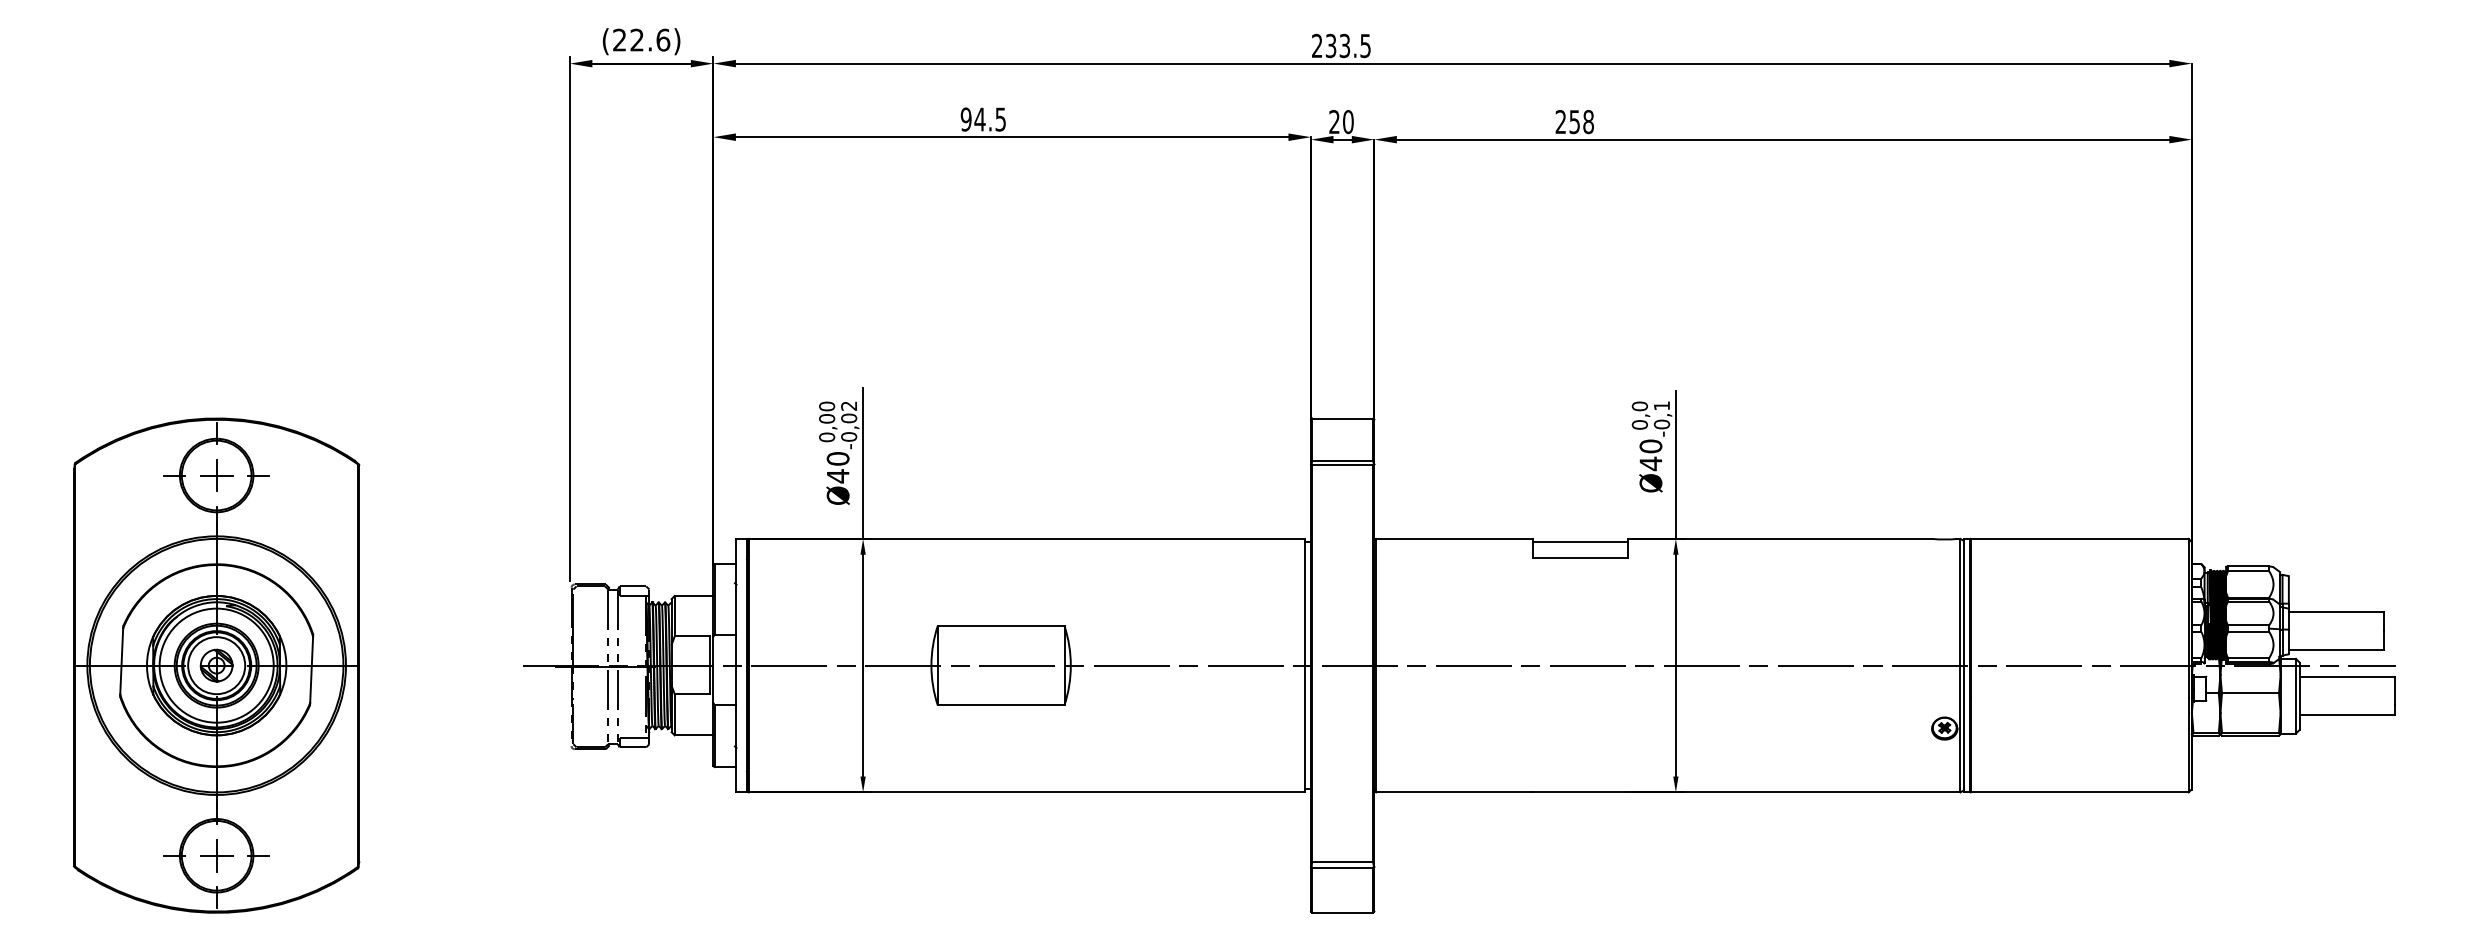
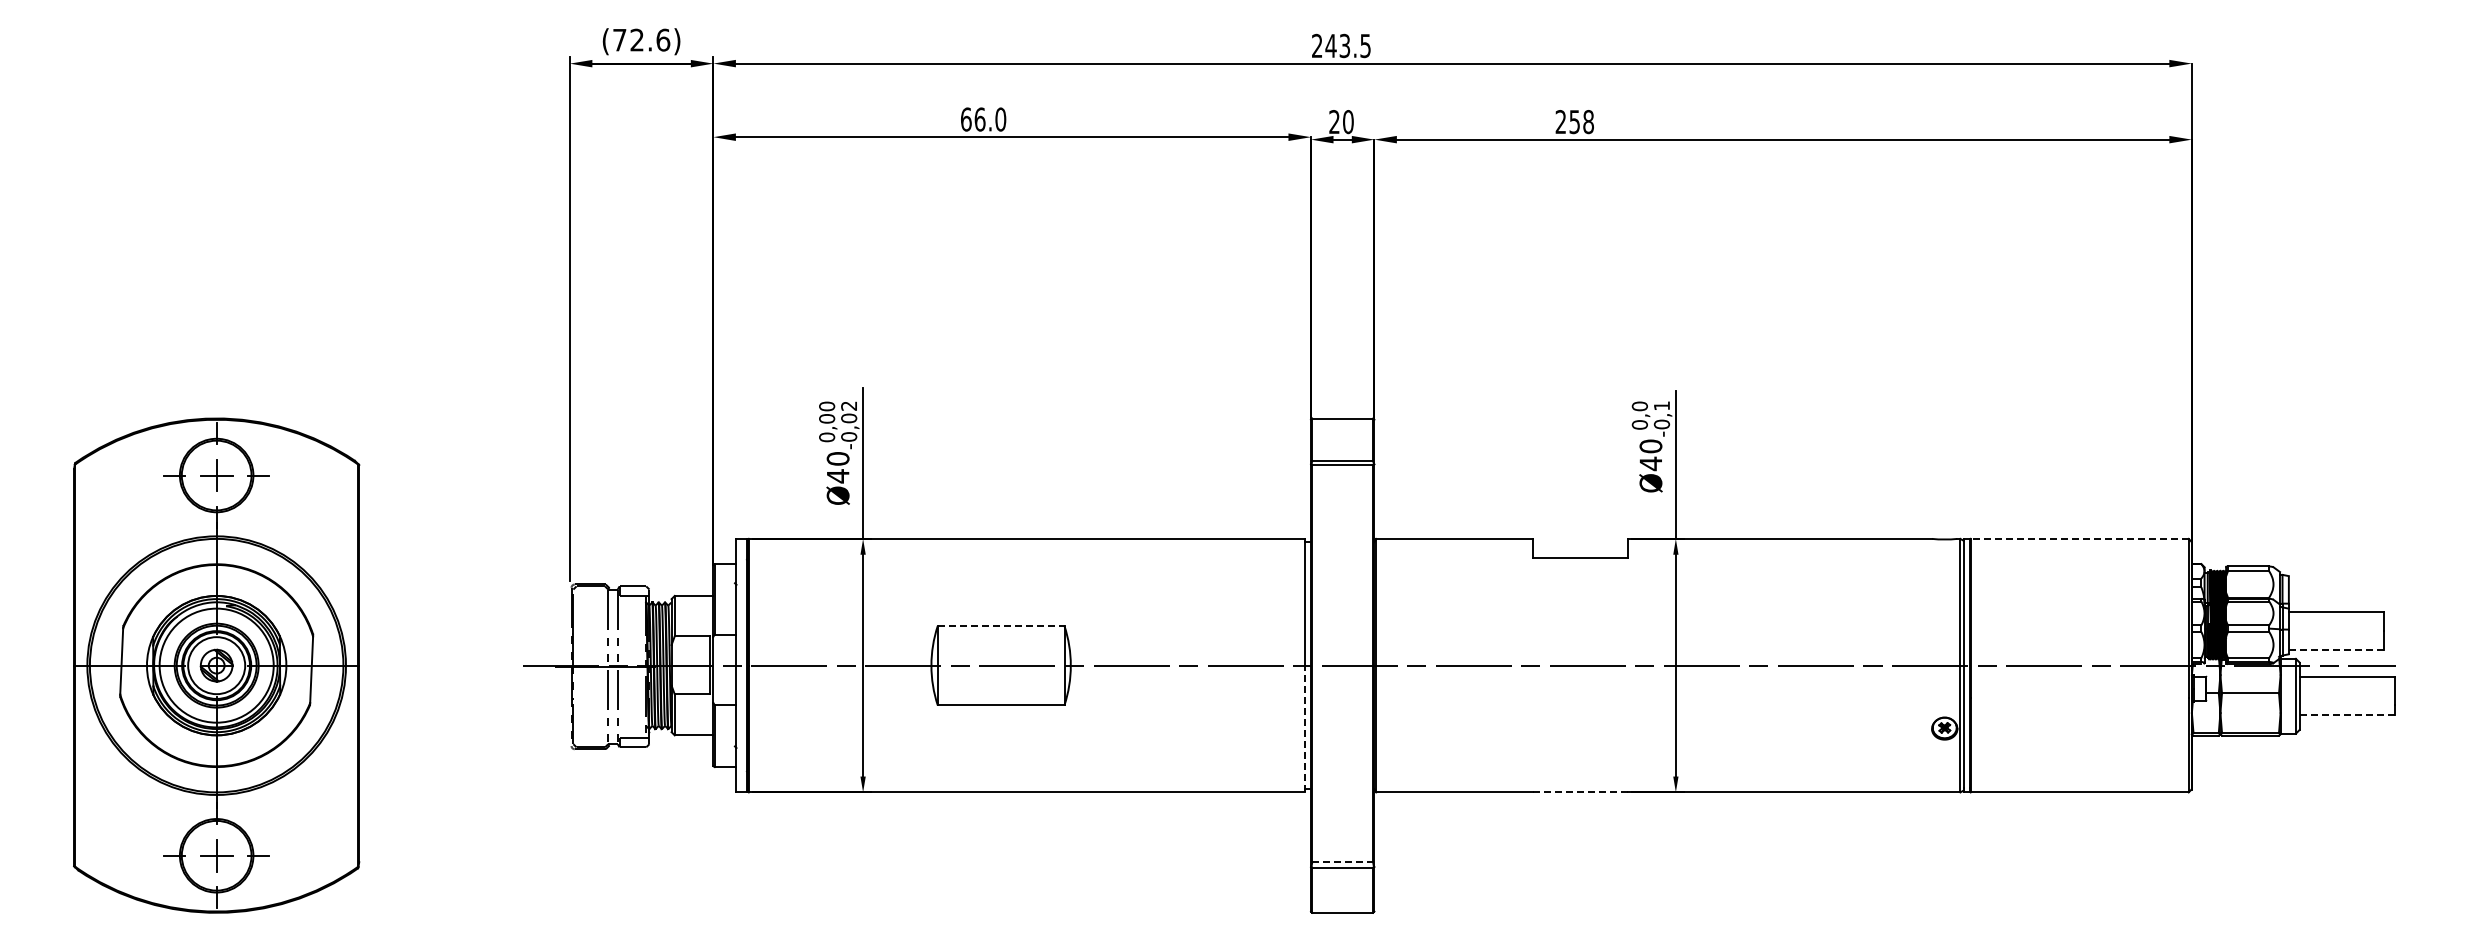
text at (619, 39): (22.6) -> (72.6)
text at (1330, 45): 233.5 -> 243.5
text at (983, 119): 94.5 -> 66.0
line at (2079, 538): solid -> dashed
line at (1579, 541): present -> none
line at (1001, 626): solid -> dashed
line at (2336, 650): solid -> dashed
line at (2347, 715): solid -> dashed
line at (1304, 728): solid -> dashed
line at (1580, 792): solid -> dashed
line at (1343, 862): solid -> dashed
